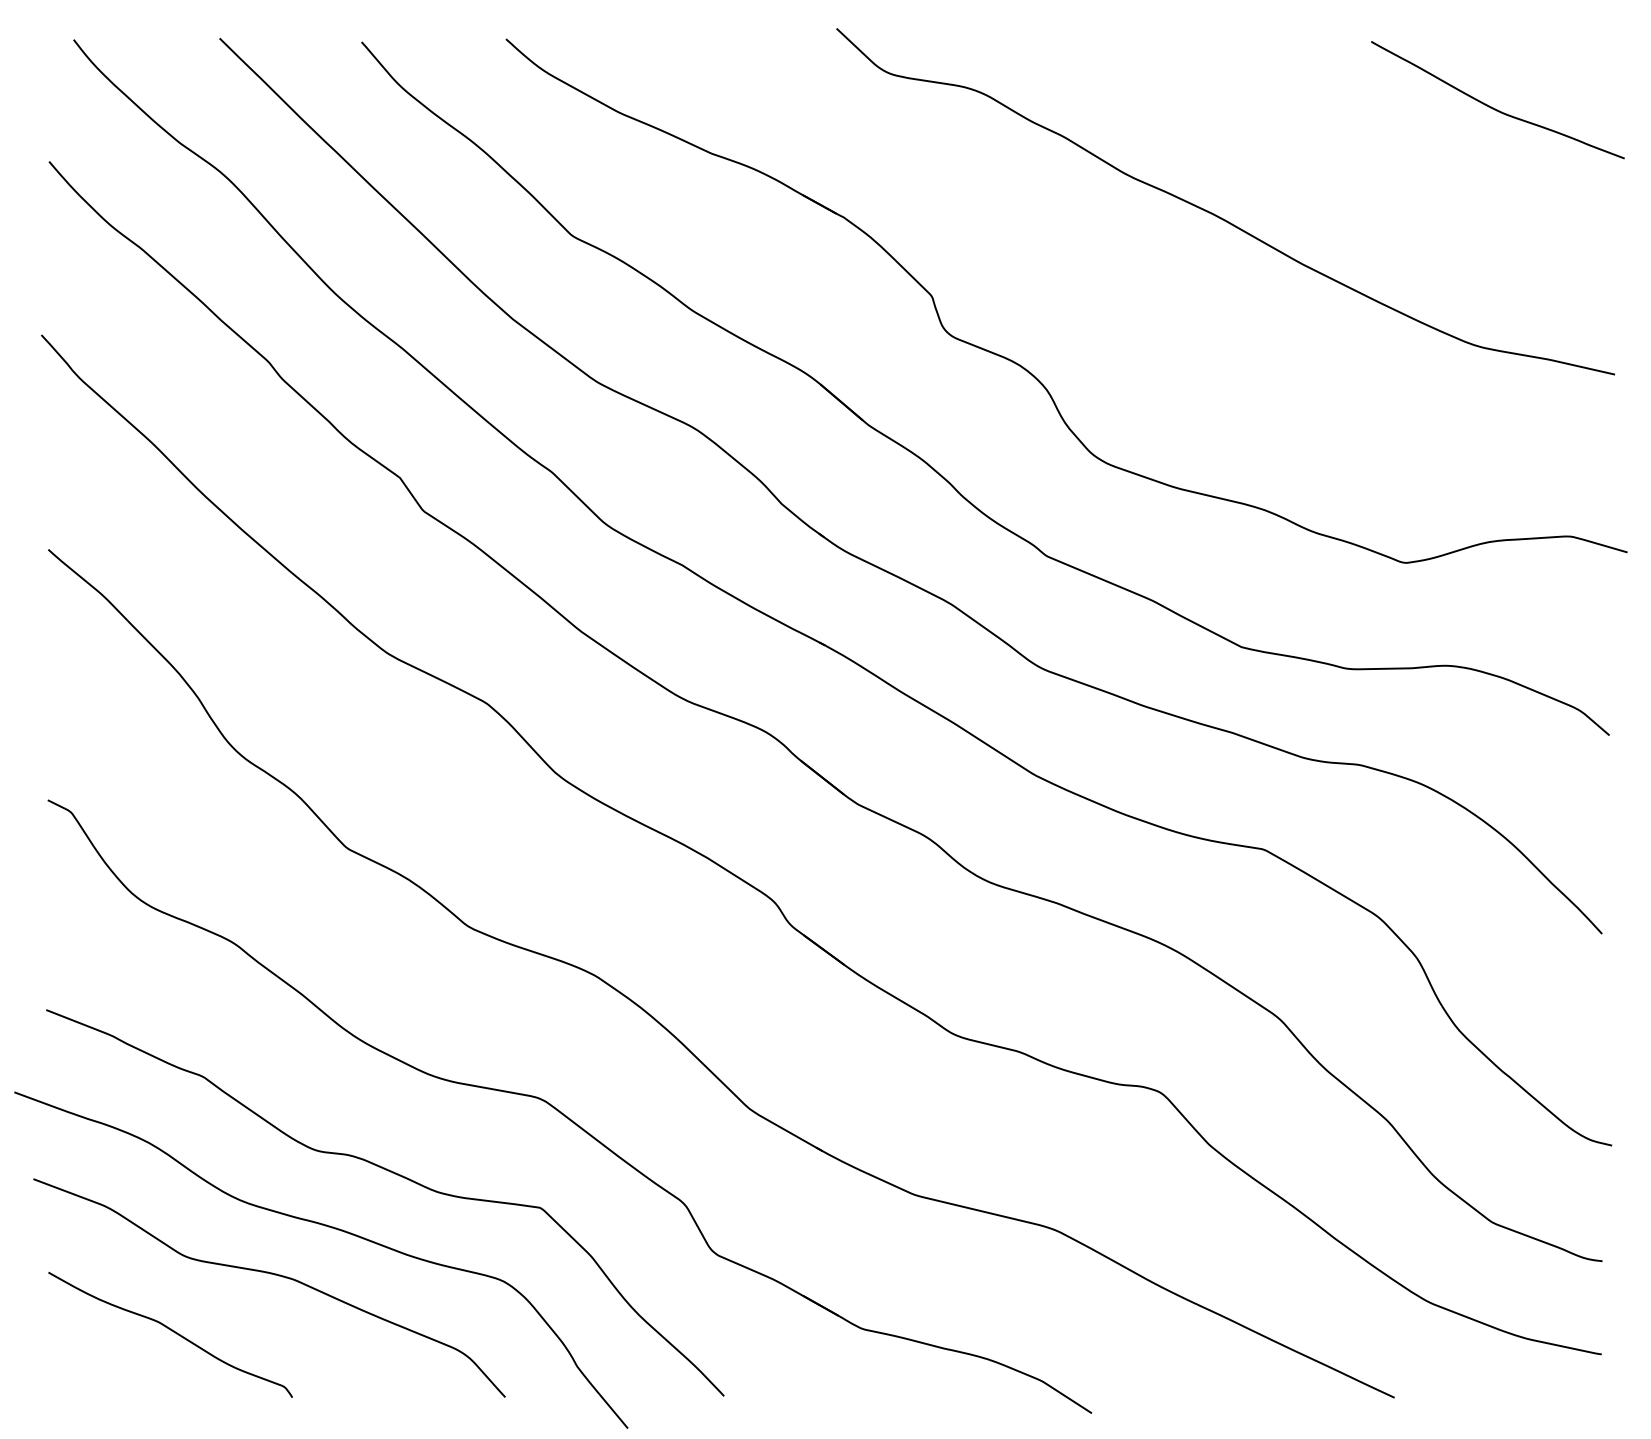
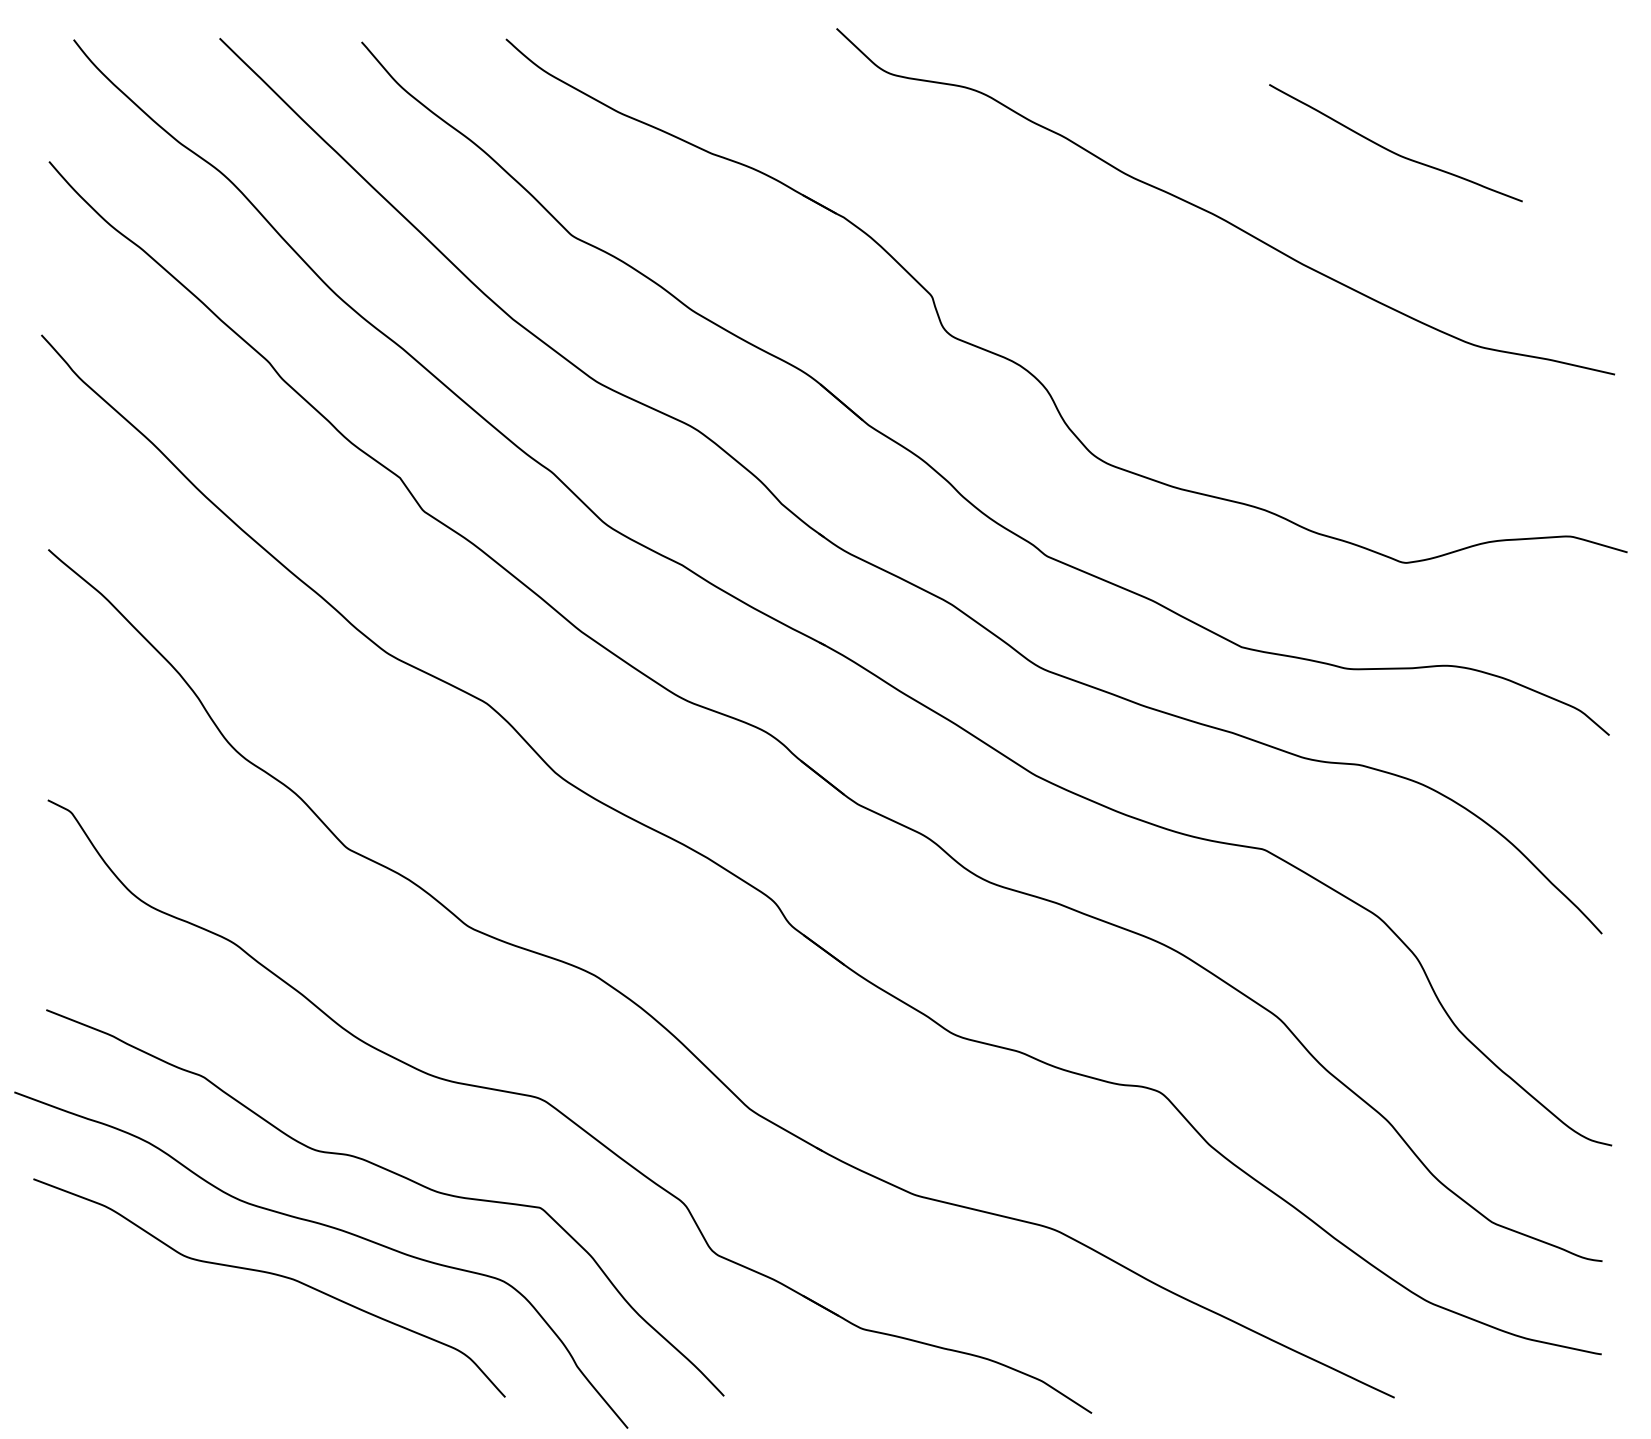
curve at (1493, 107) position: (1493, 107) -> (1391, 150)
curve at (171, 1331): present -> none
